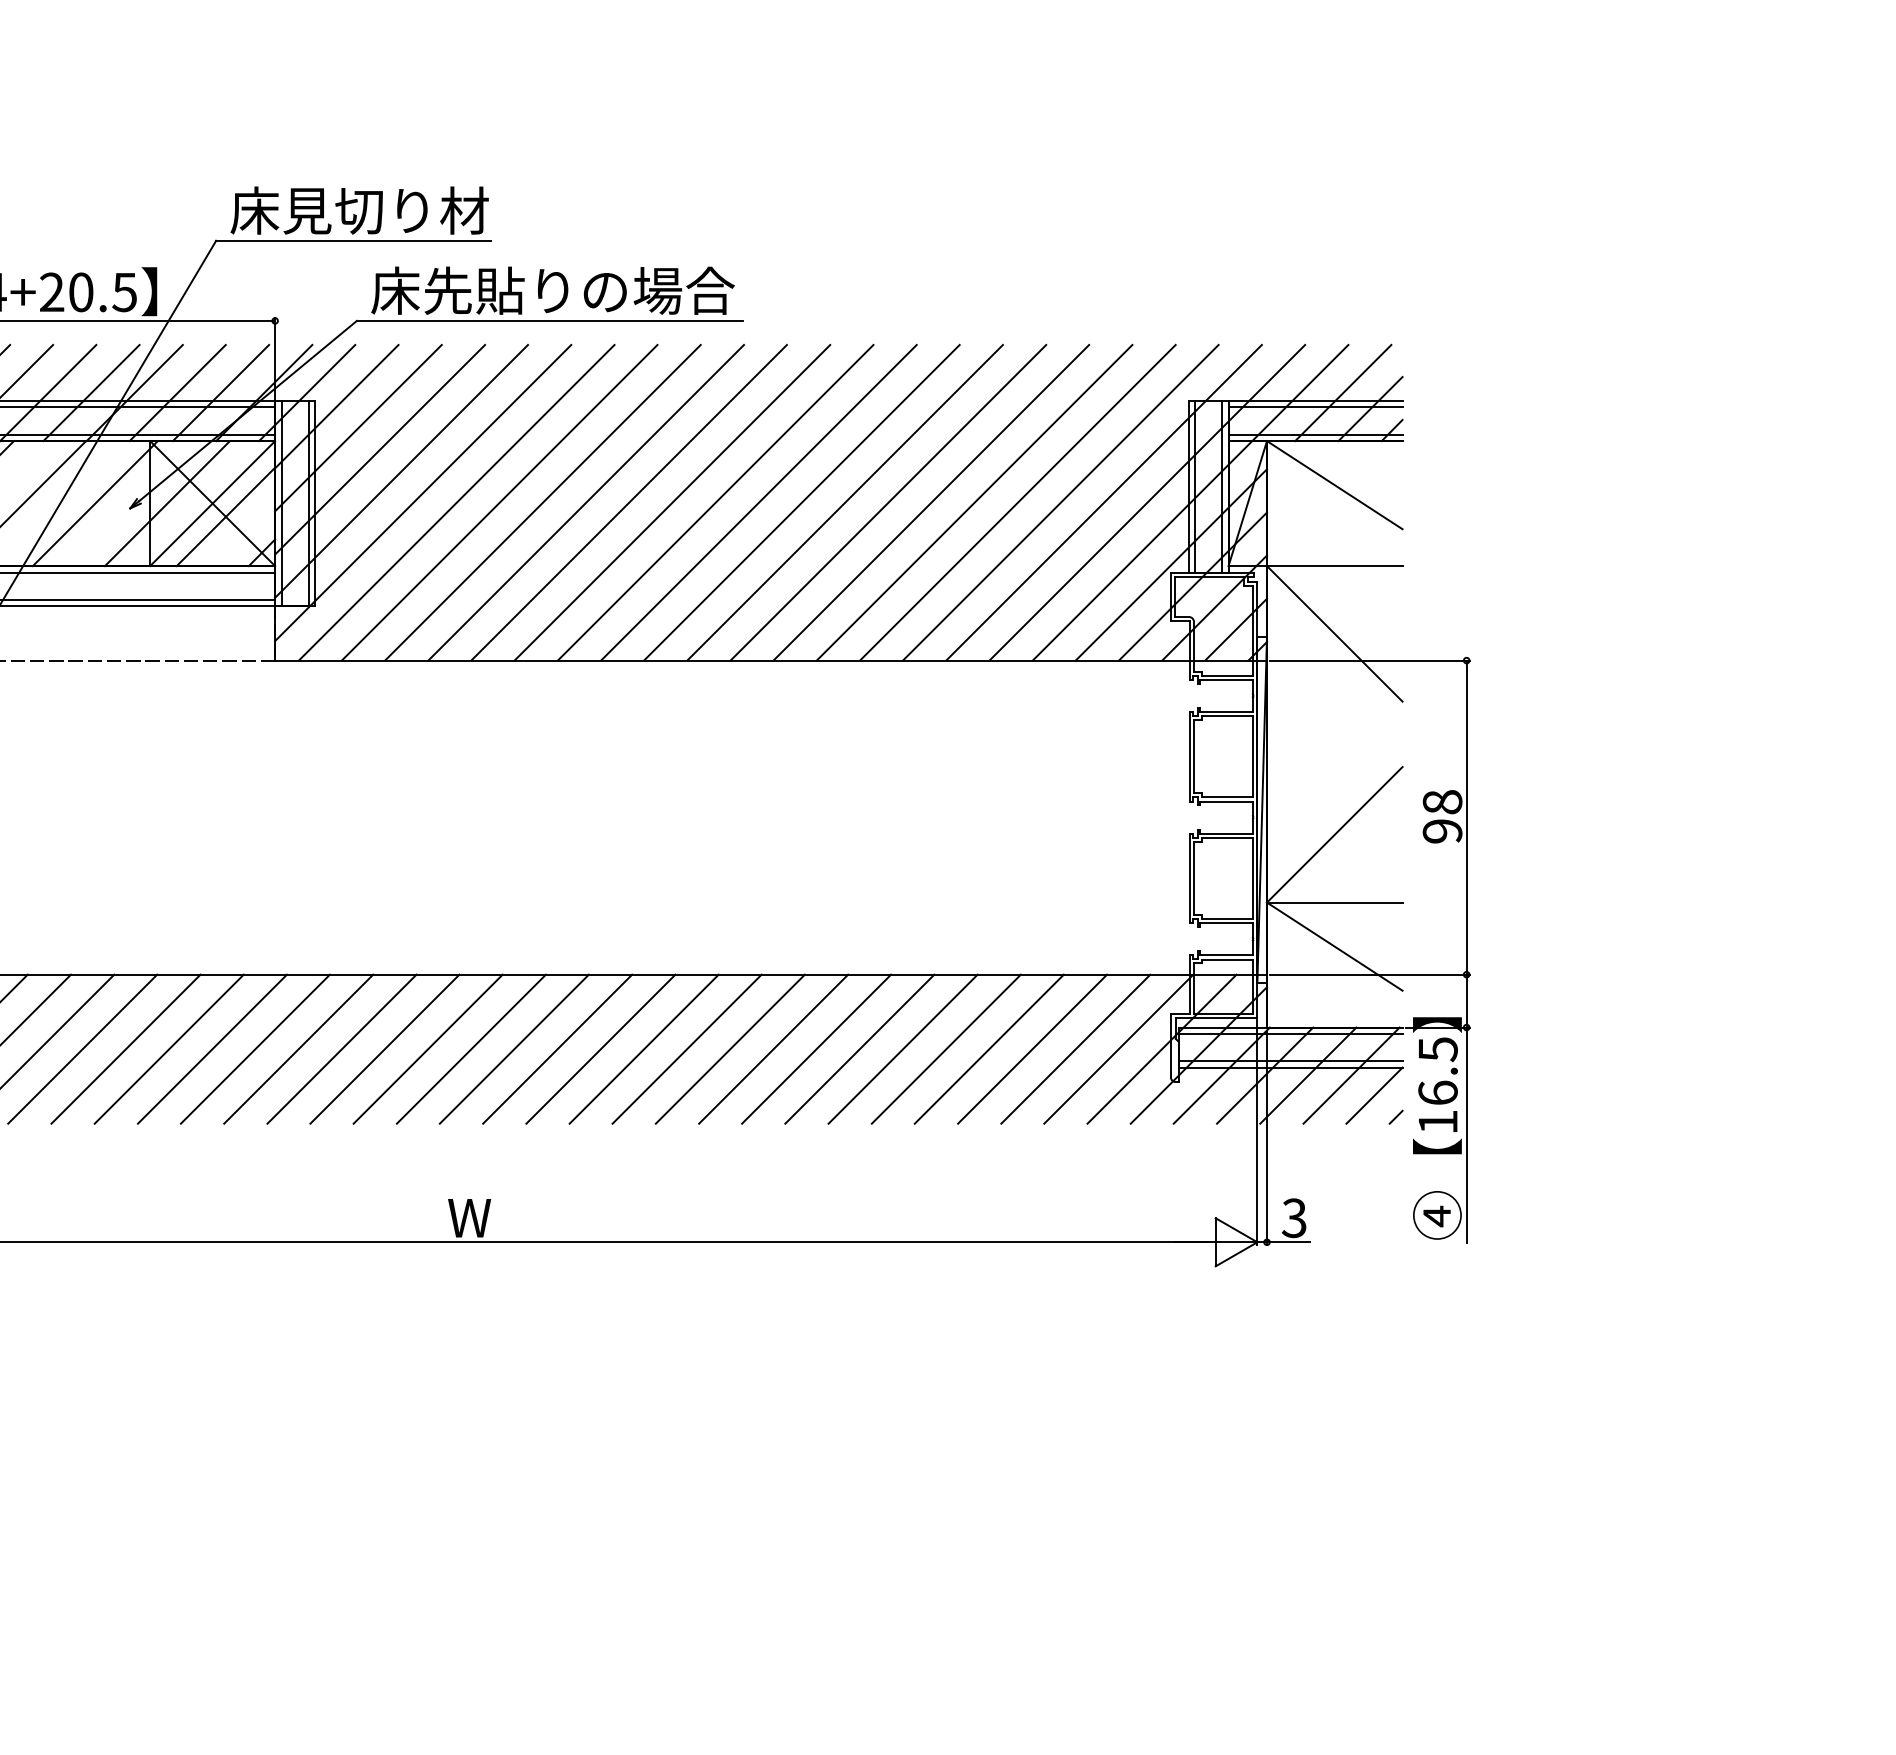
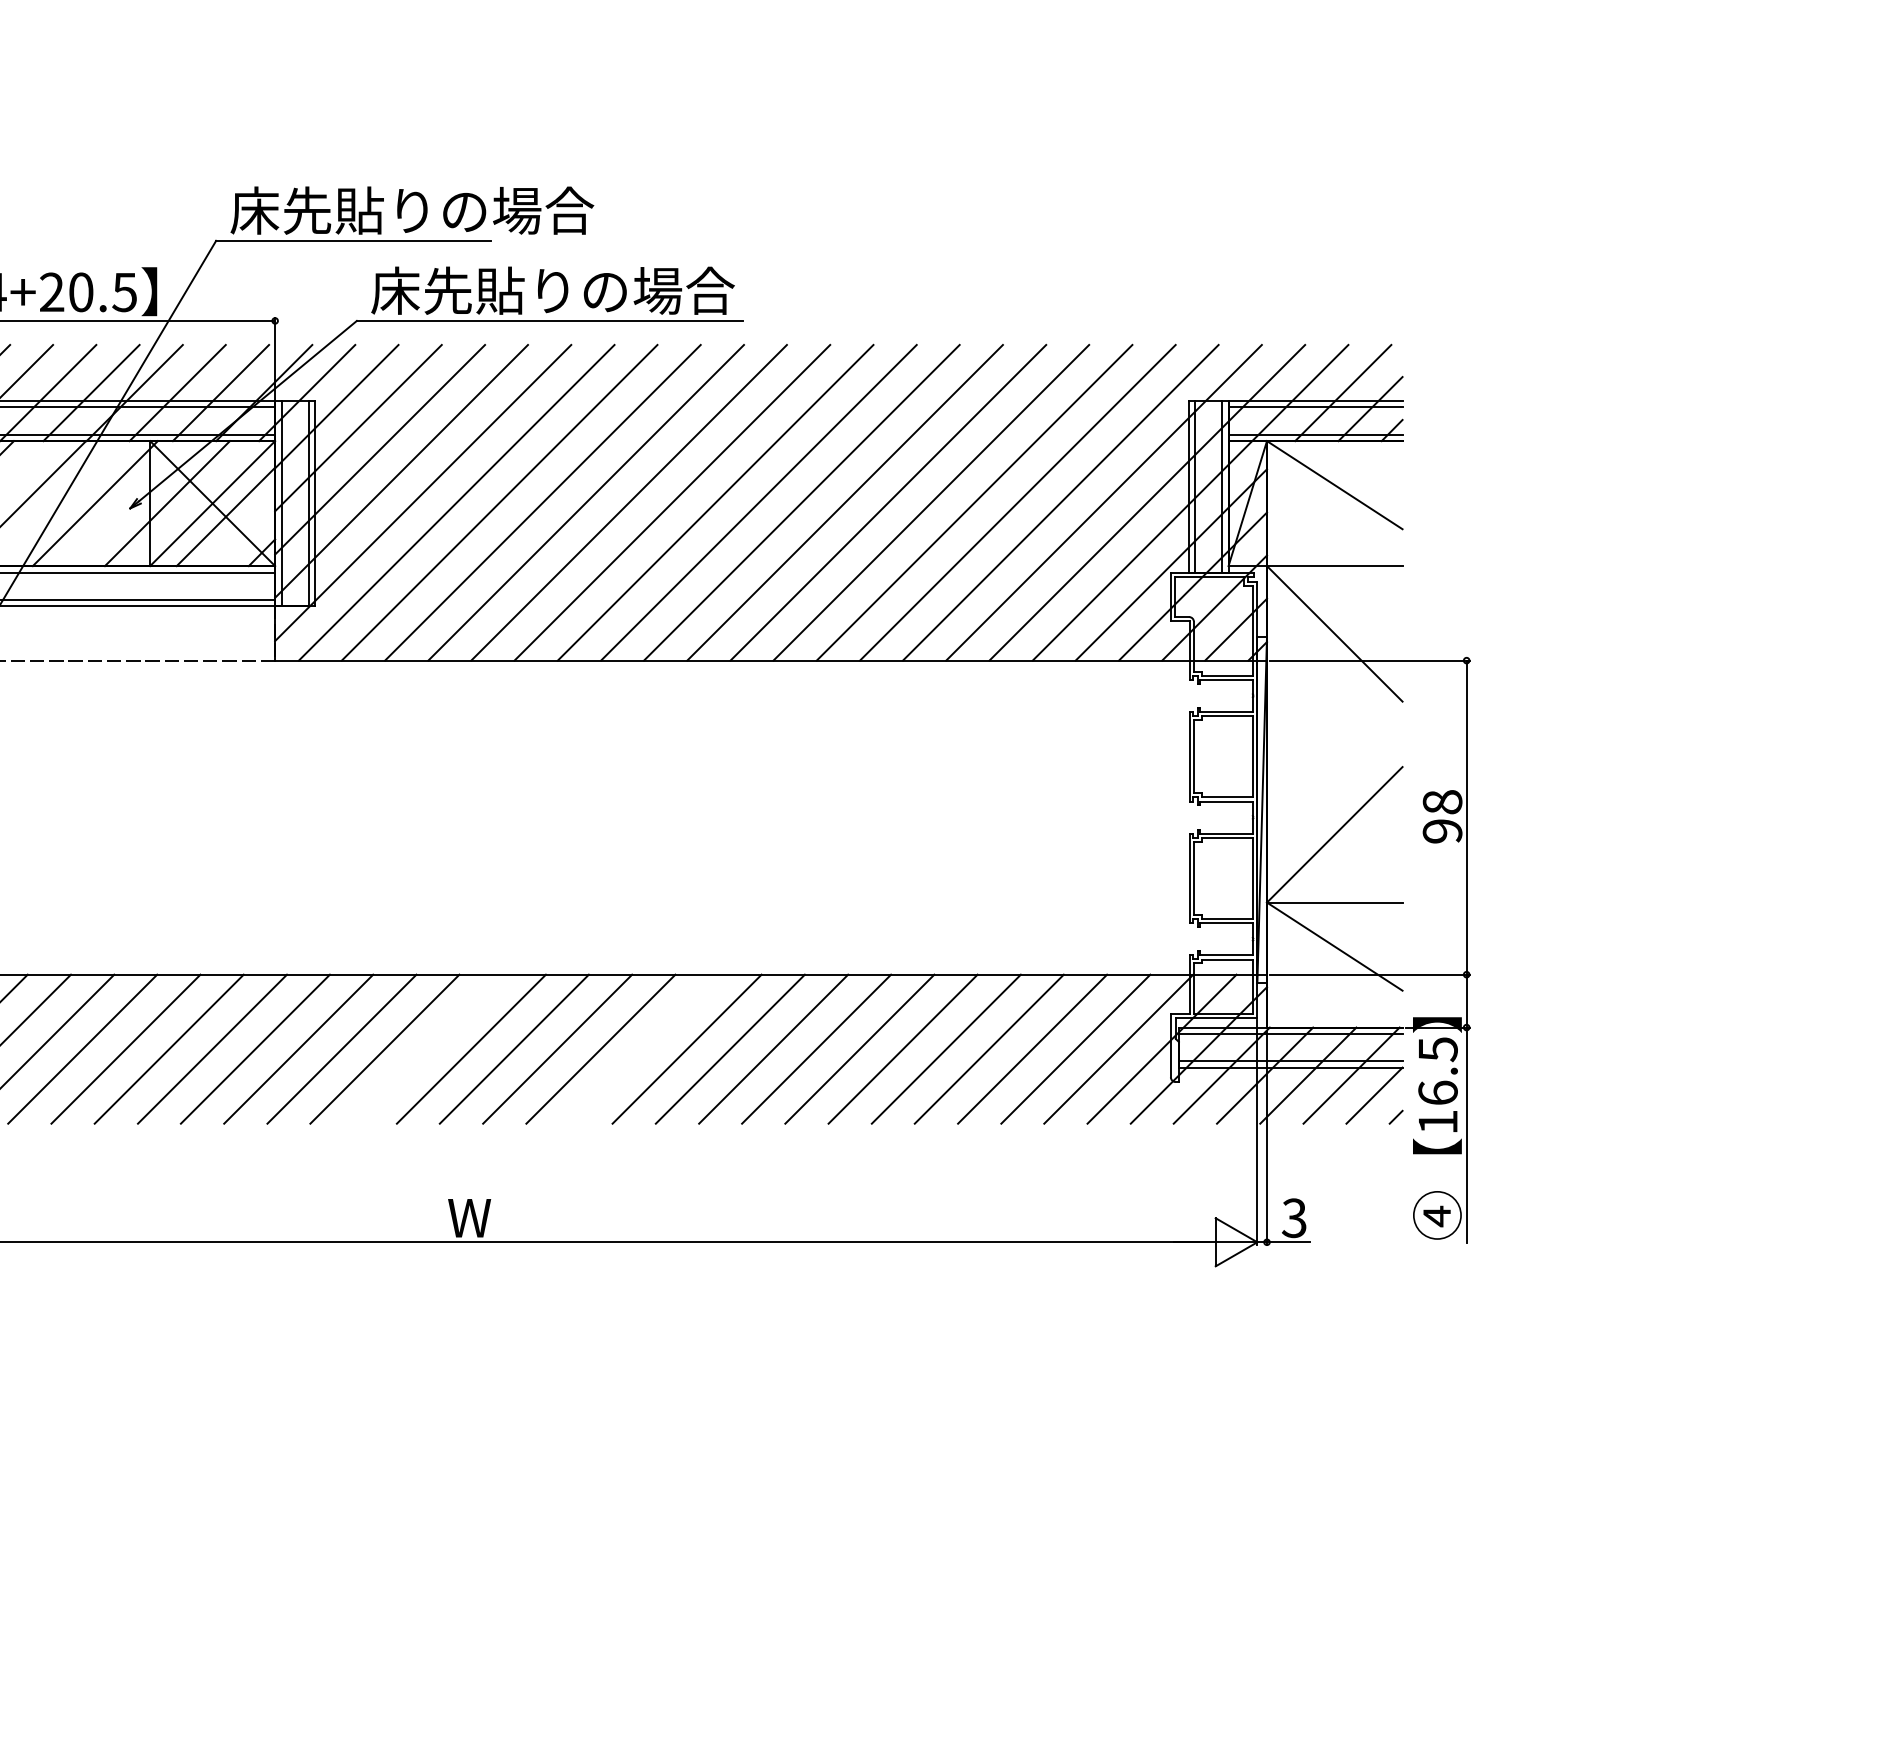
text at (438, 210): 床見切り材 -> 床先貼りの場合
line at (427, 1048): present -> none
line at (643, 1048): present -> none
